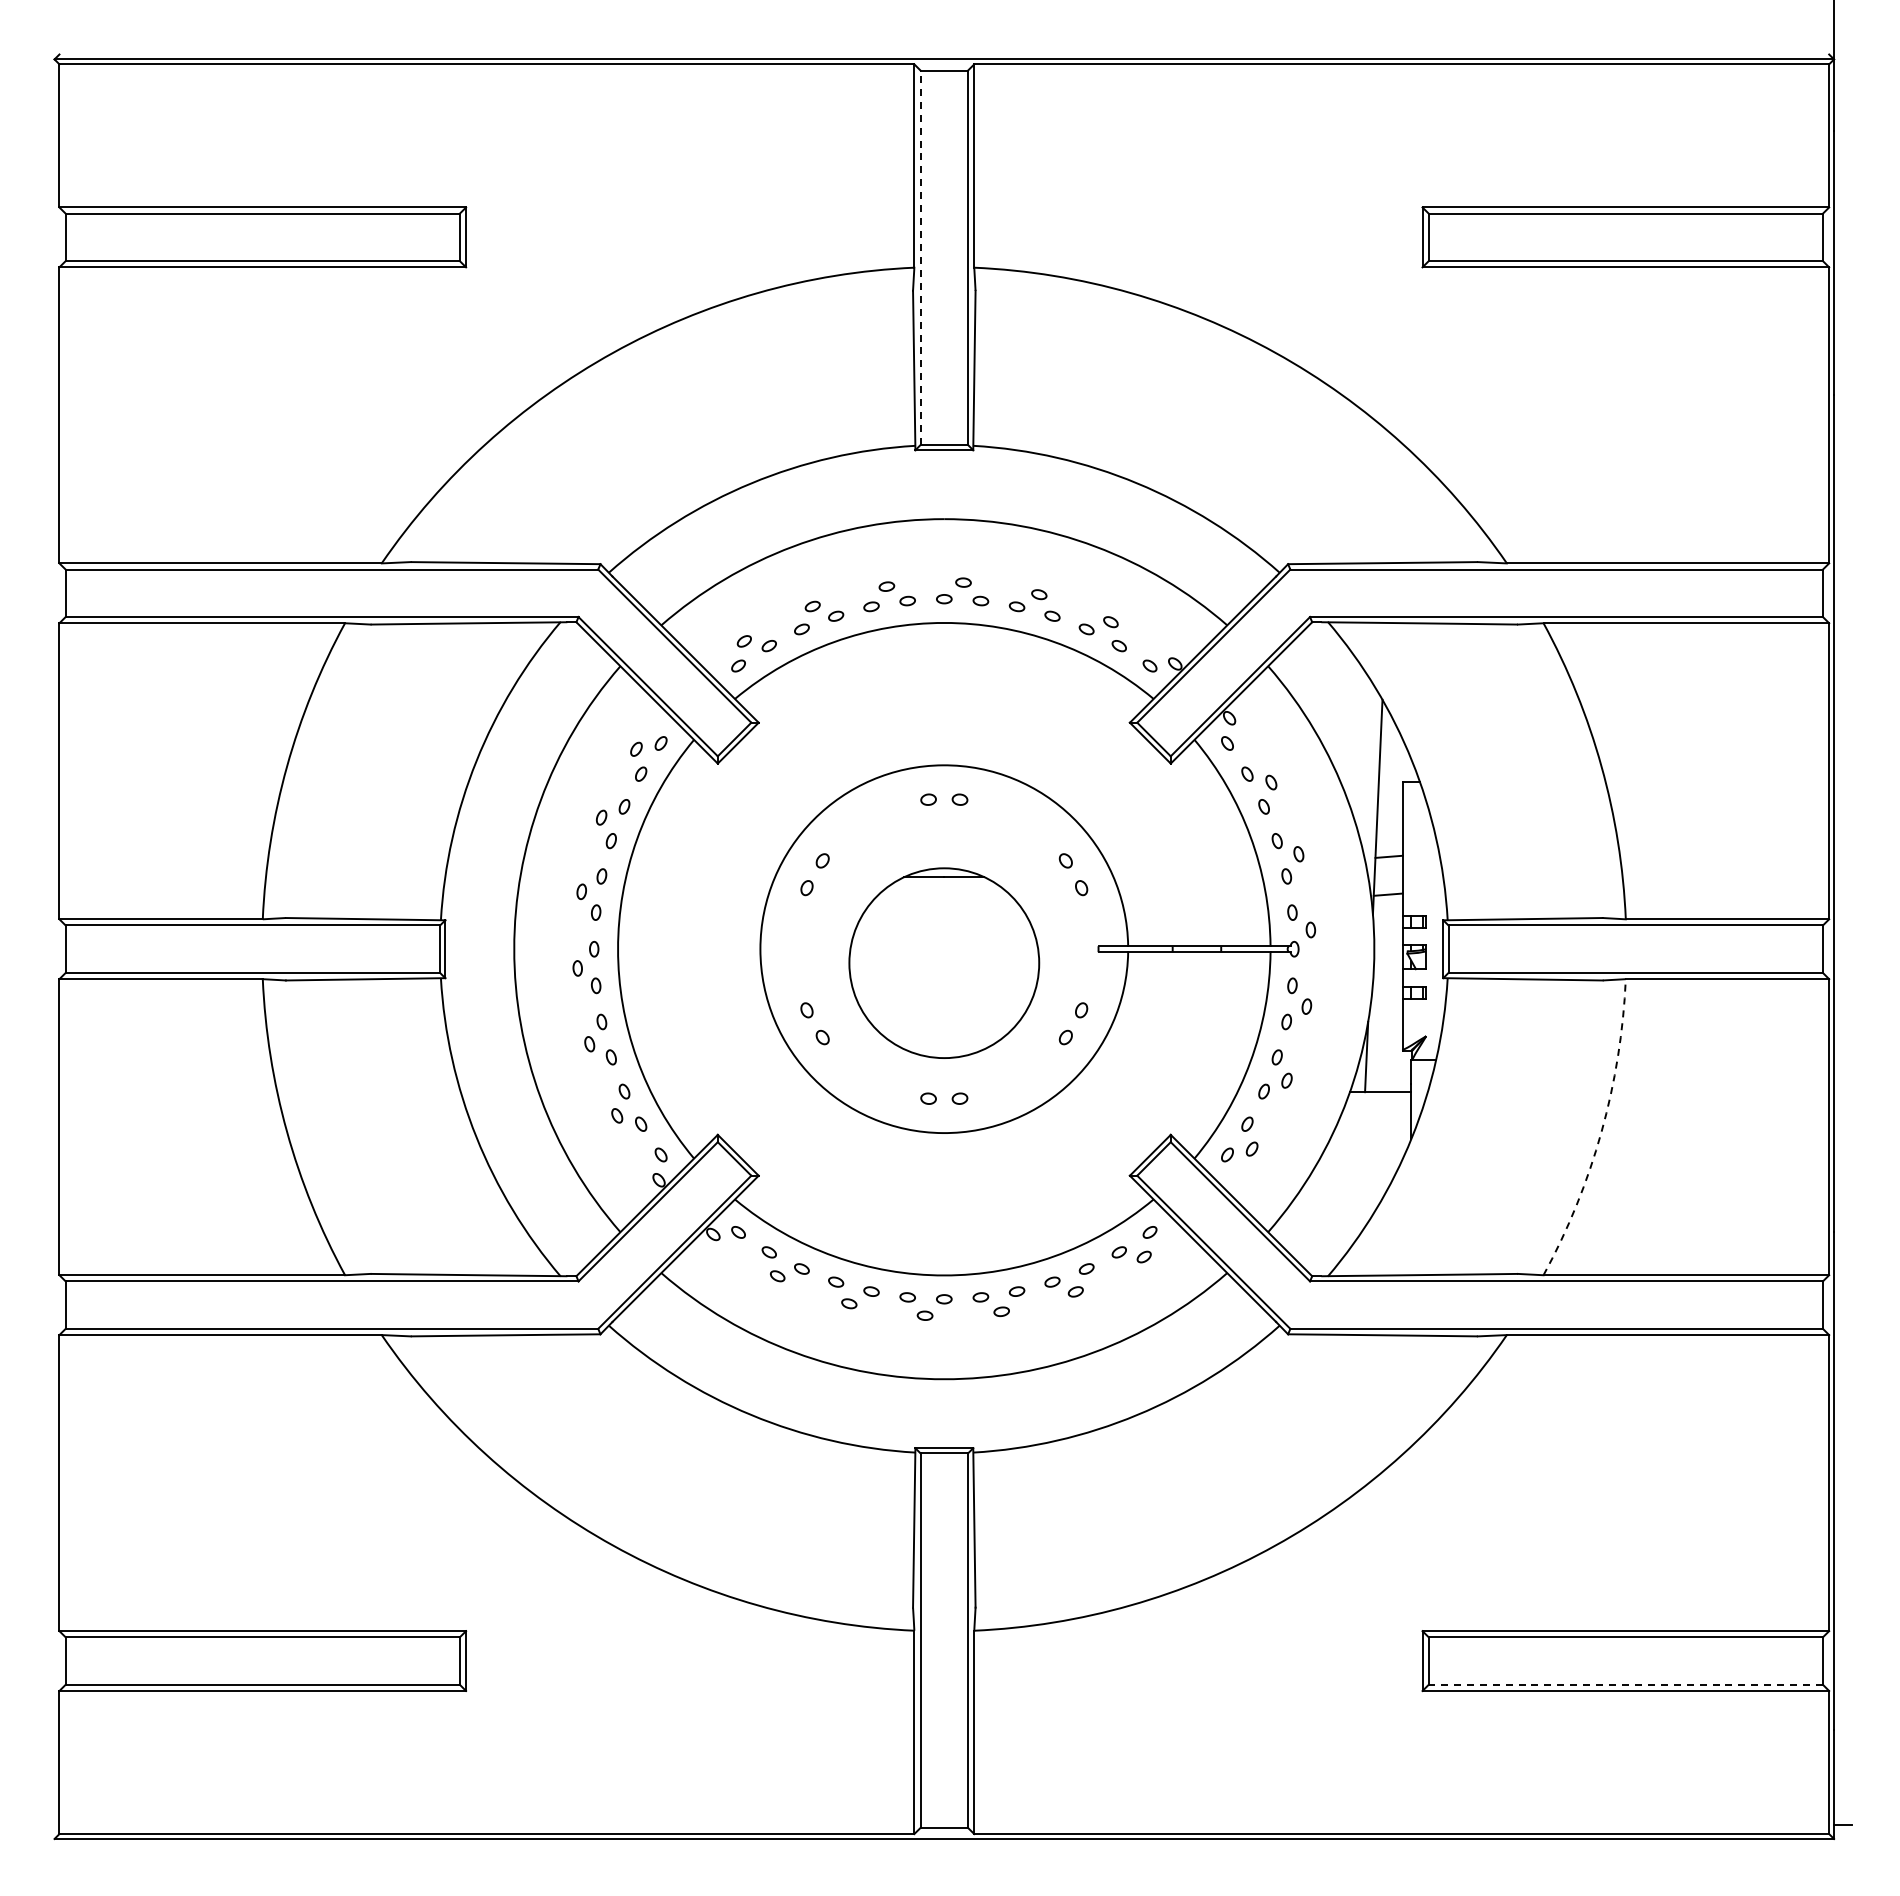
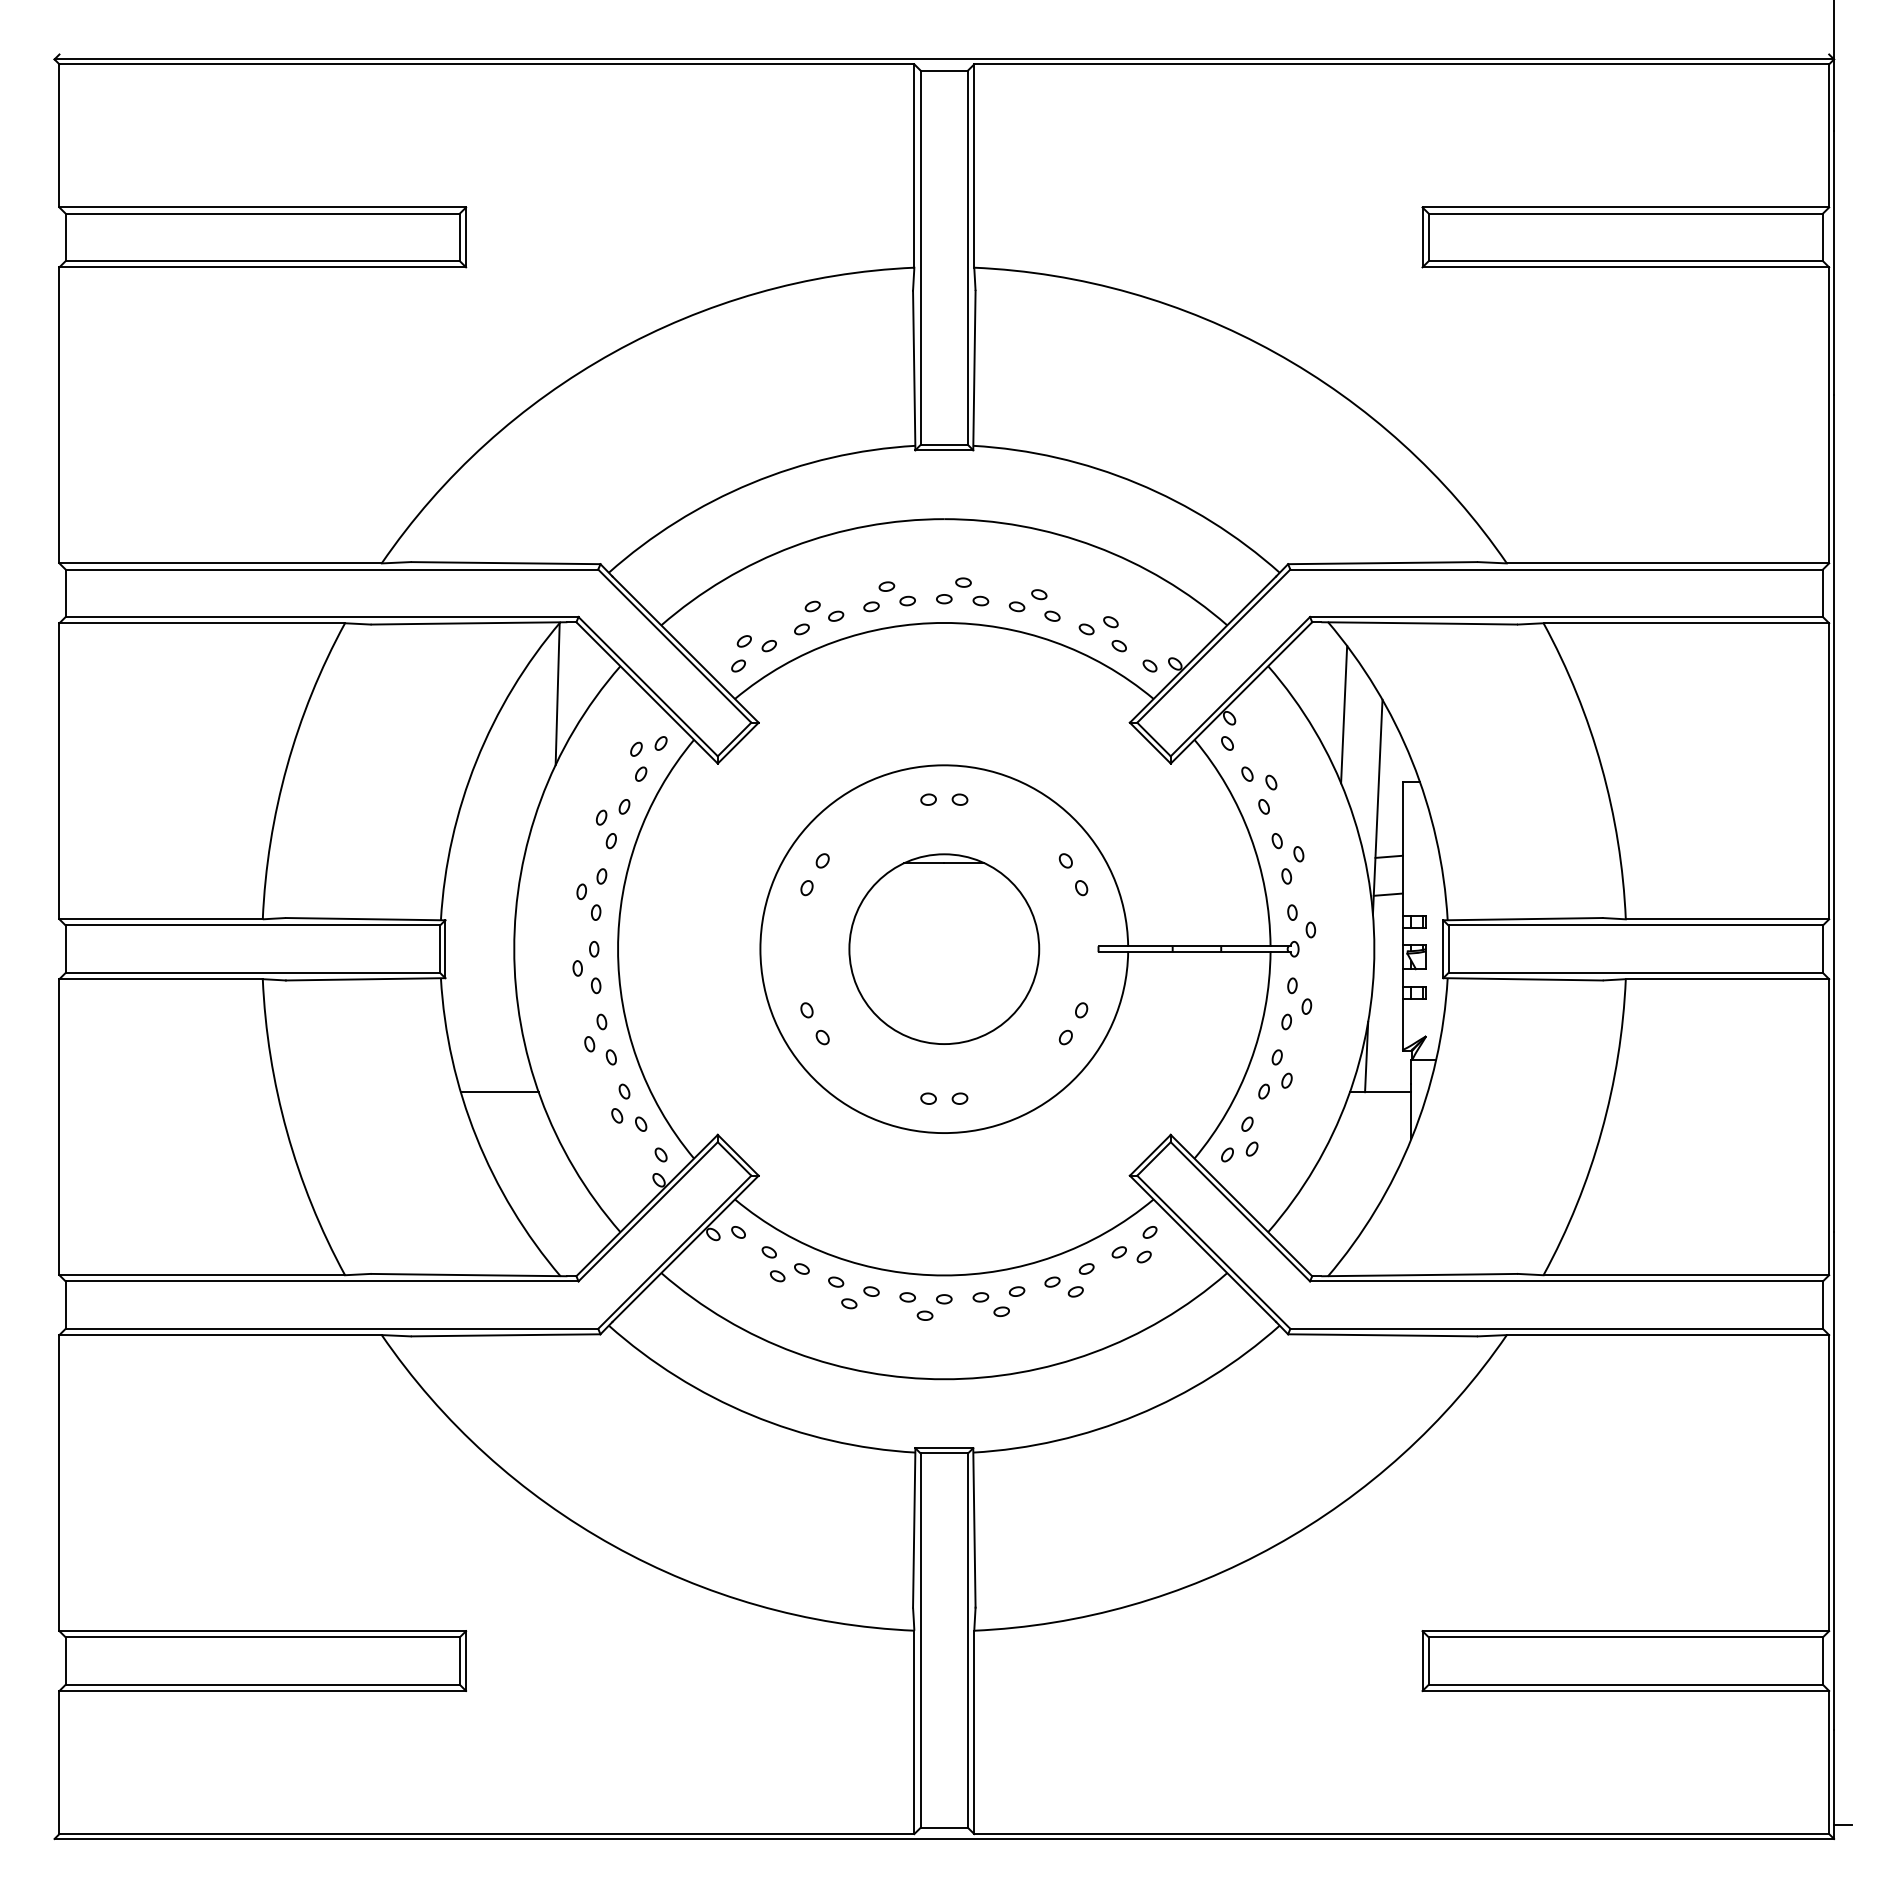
line at (920, 257): dashed -> solid
line at (557, 694): none -> present
line at (1344, 714): none -> present
part at (944, 962) position: (944, 962) -> (944, 948)
line at (499, 1092): none -> present
arc at (1601, 1131): dashed -> solid
line at (1625, 1684): dashed -> solid
